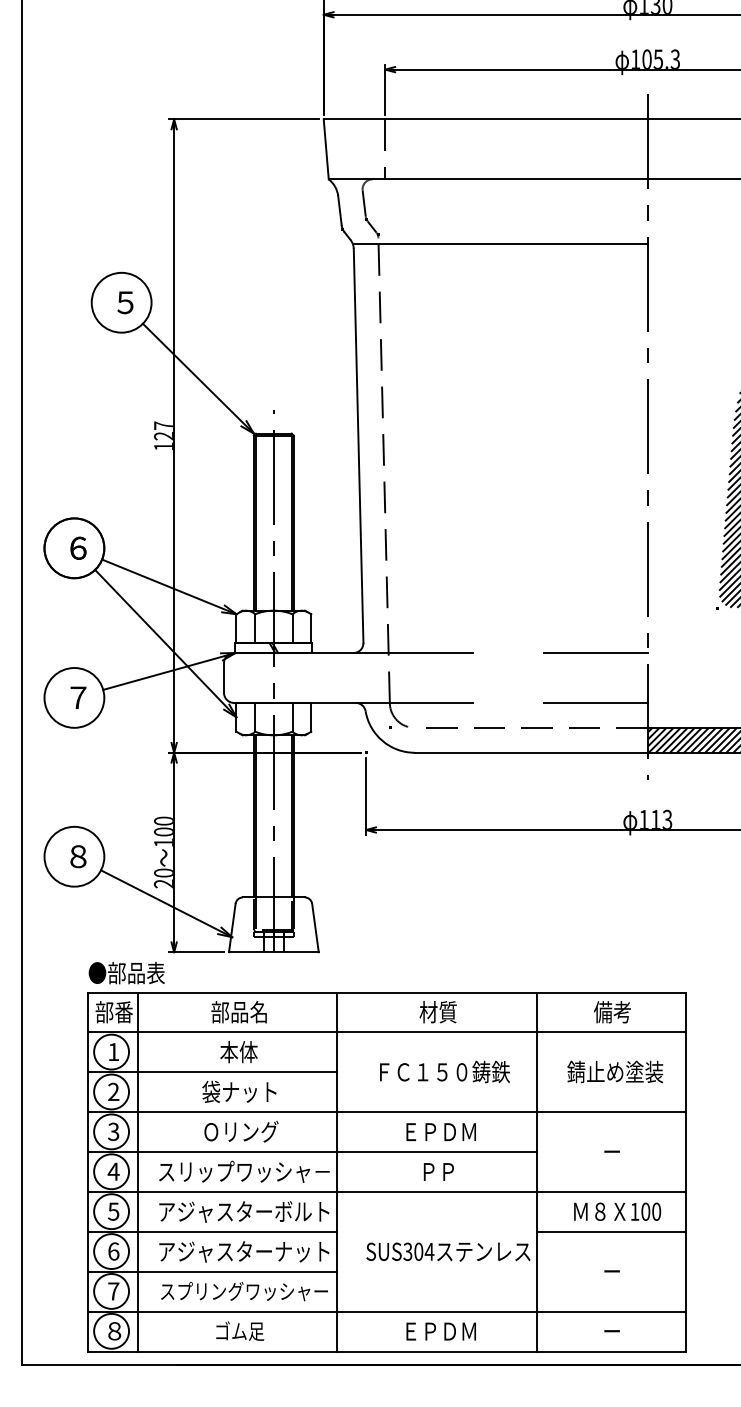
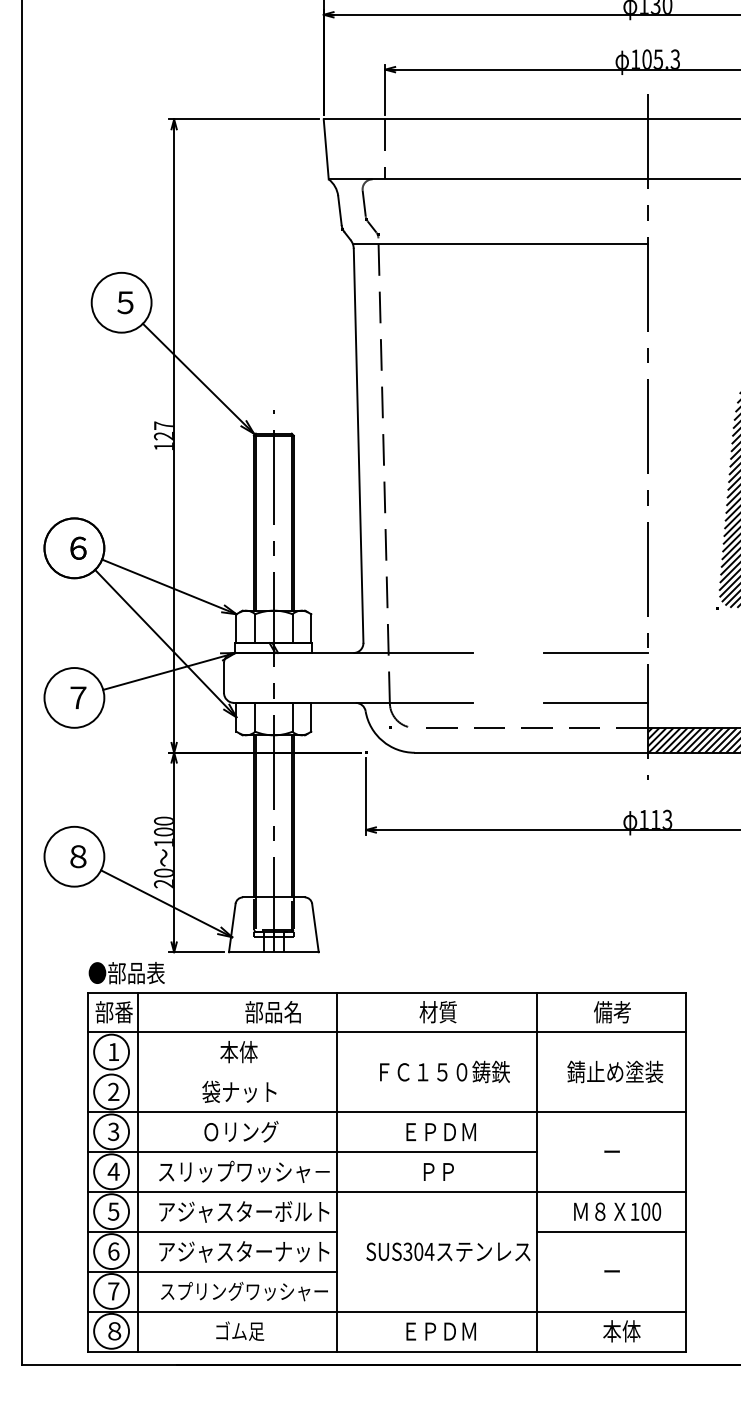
text at (238, 1012) position: (238, 1012) -> (272, 1012)
line at (212, 1072): present -> none
text at (621, 1331): ー -> 本体
